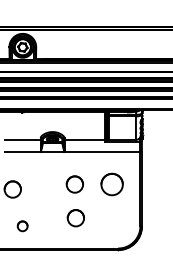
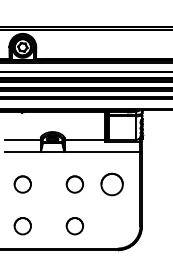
circle at (12, 189) position: (12, 189) -> (22, 184)
circle at (75, 218) position: (75, 218) -> (74, 226)
circle at (22, 226) size: 13x13 px -> 19x19 px
